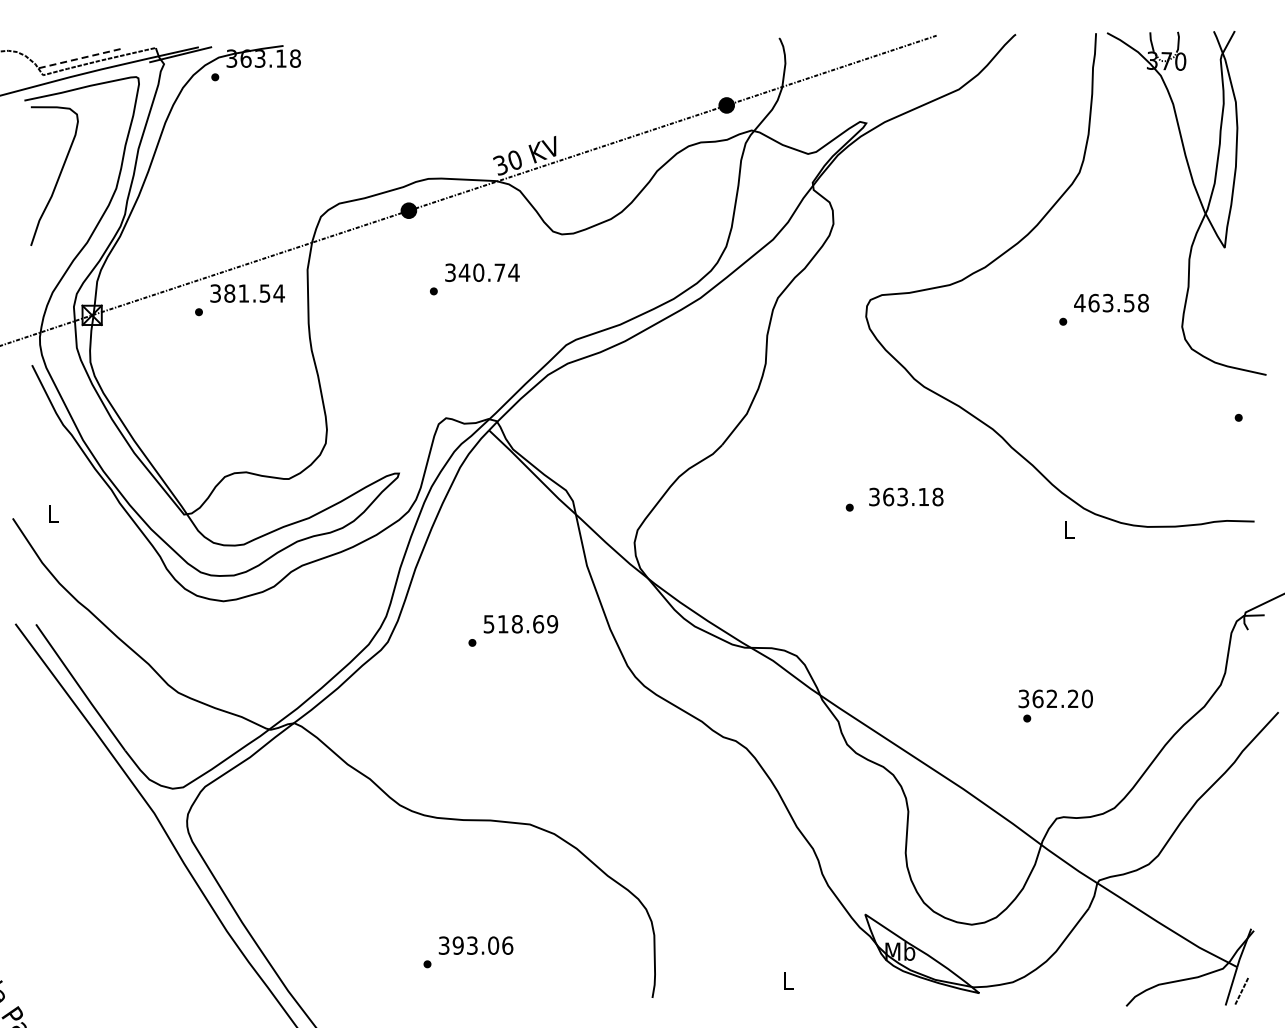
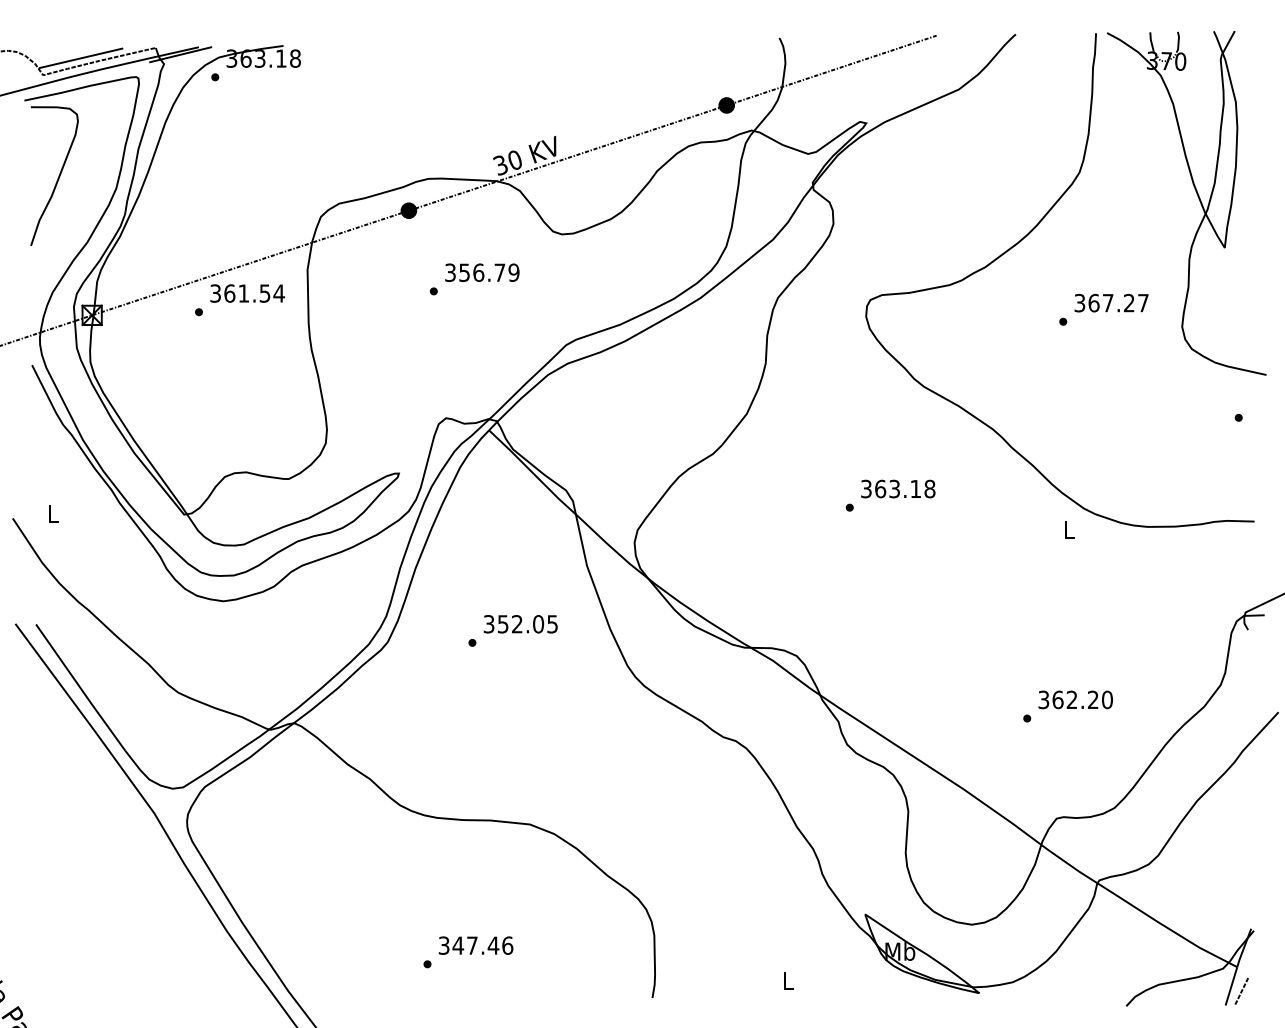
line at (81, 58): dashed -> solid
text at (488, 272): 340.74 -> 356.79
text at (229, 293): 381.54 -> 361.54
text at (1111, 302): 463.58 -> 367.27
text at (906, 496) position: (906, 496) -> (898, 488)
text at (521, 624): 518.69 -> 352.05
text at (1055, 698) position: (1055, 698) -> (1075, 699)
text at (475, 945): 393.06 -> 347.46
